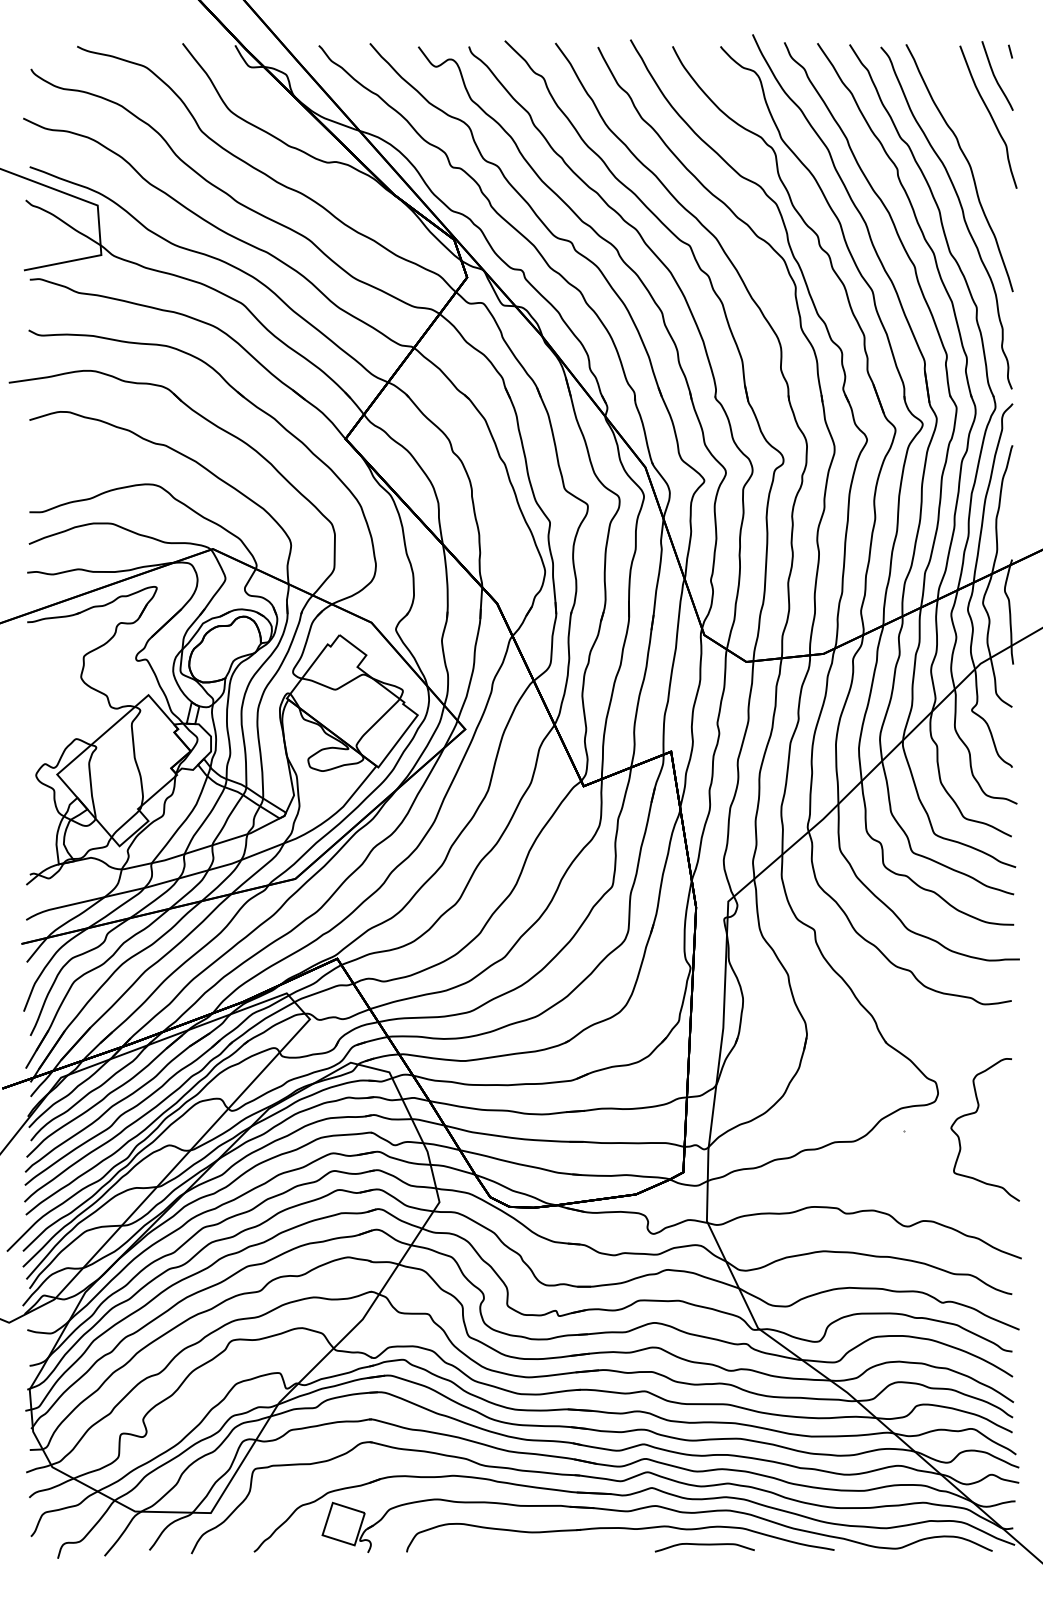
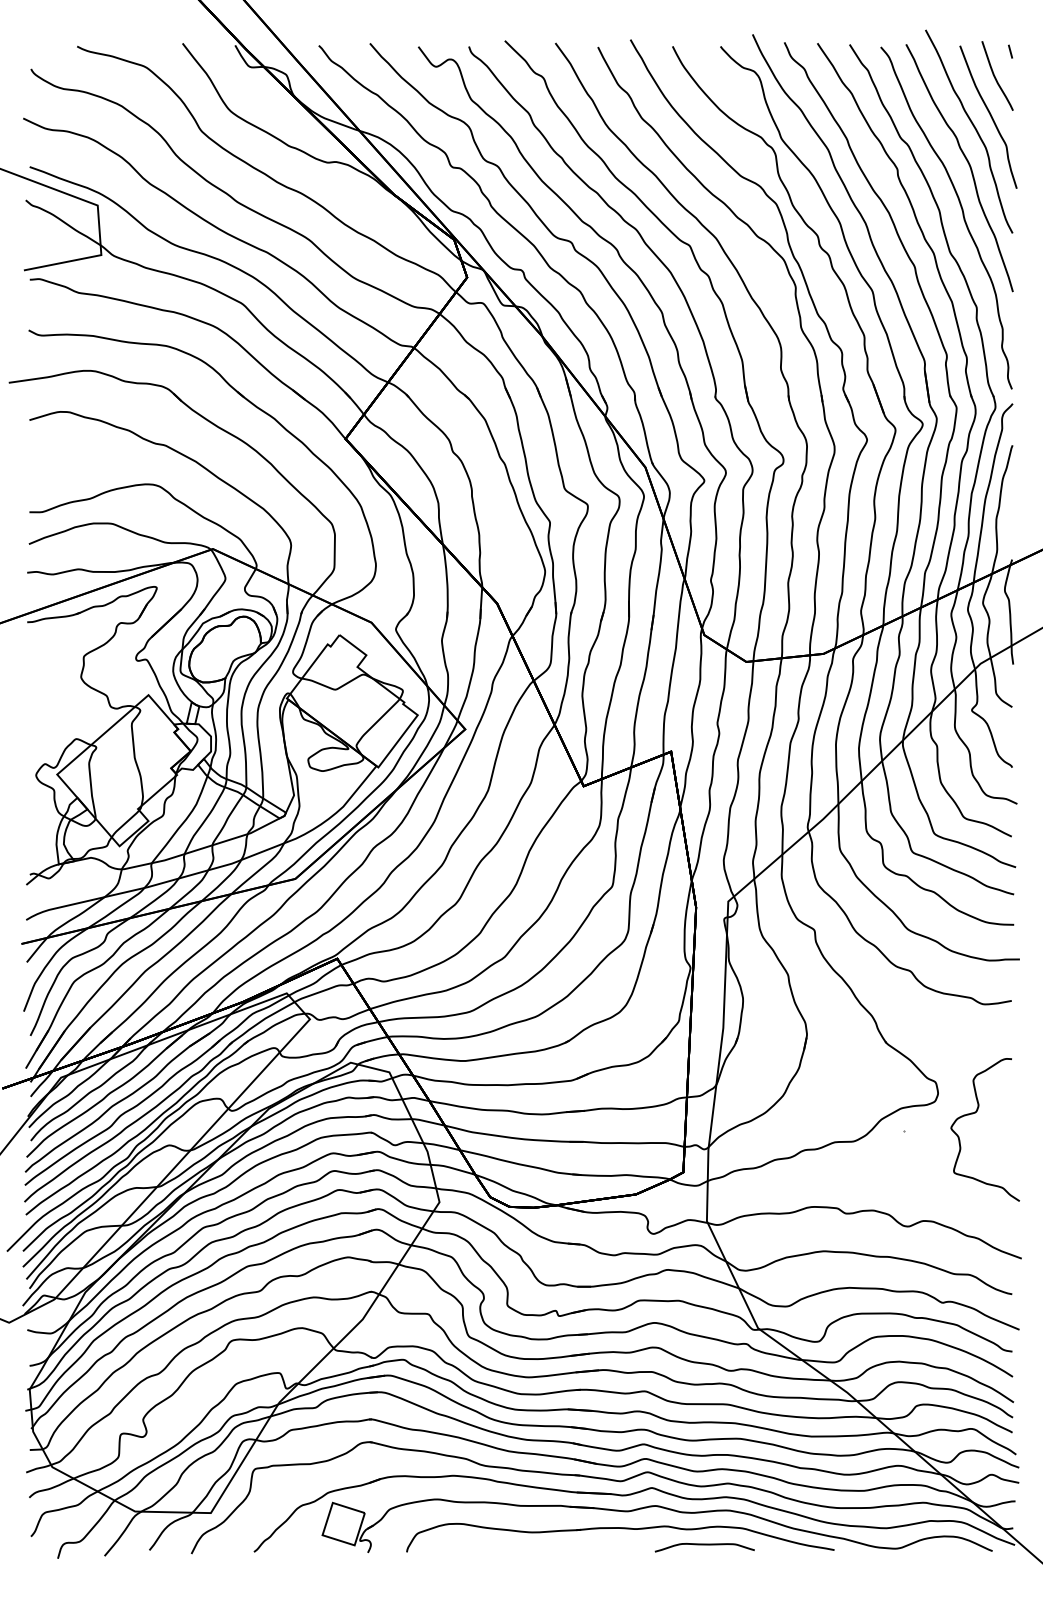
curve at (973, 127): none -> present
